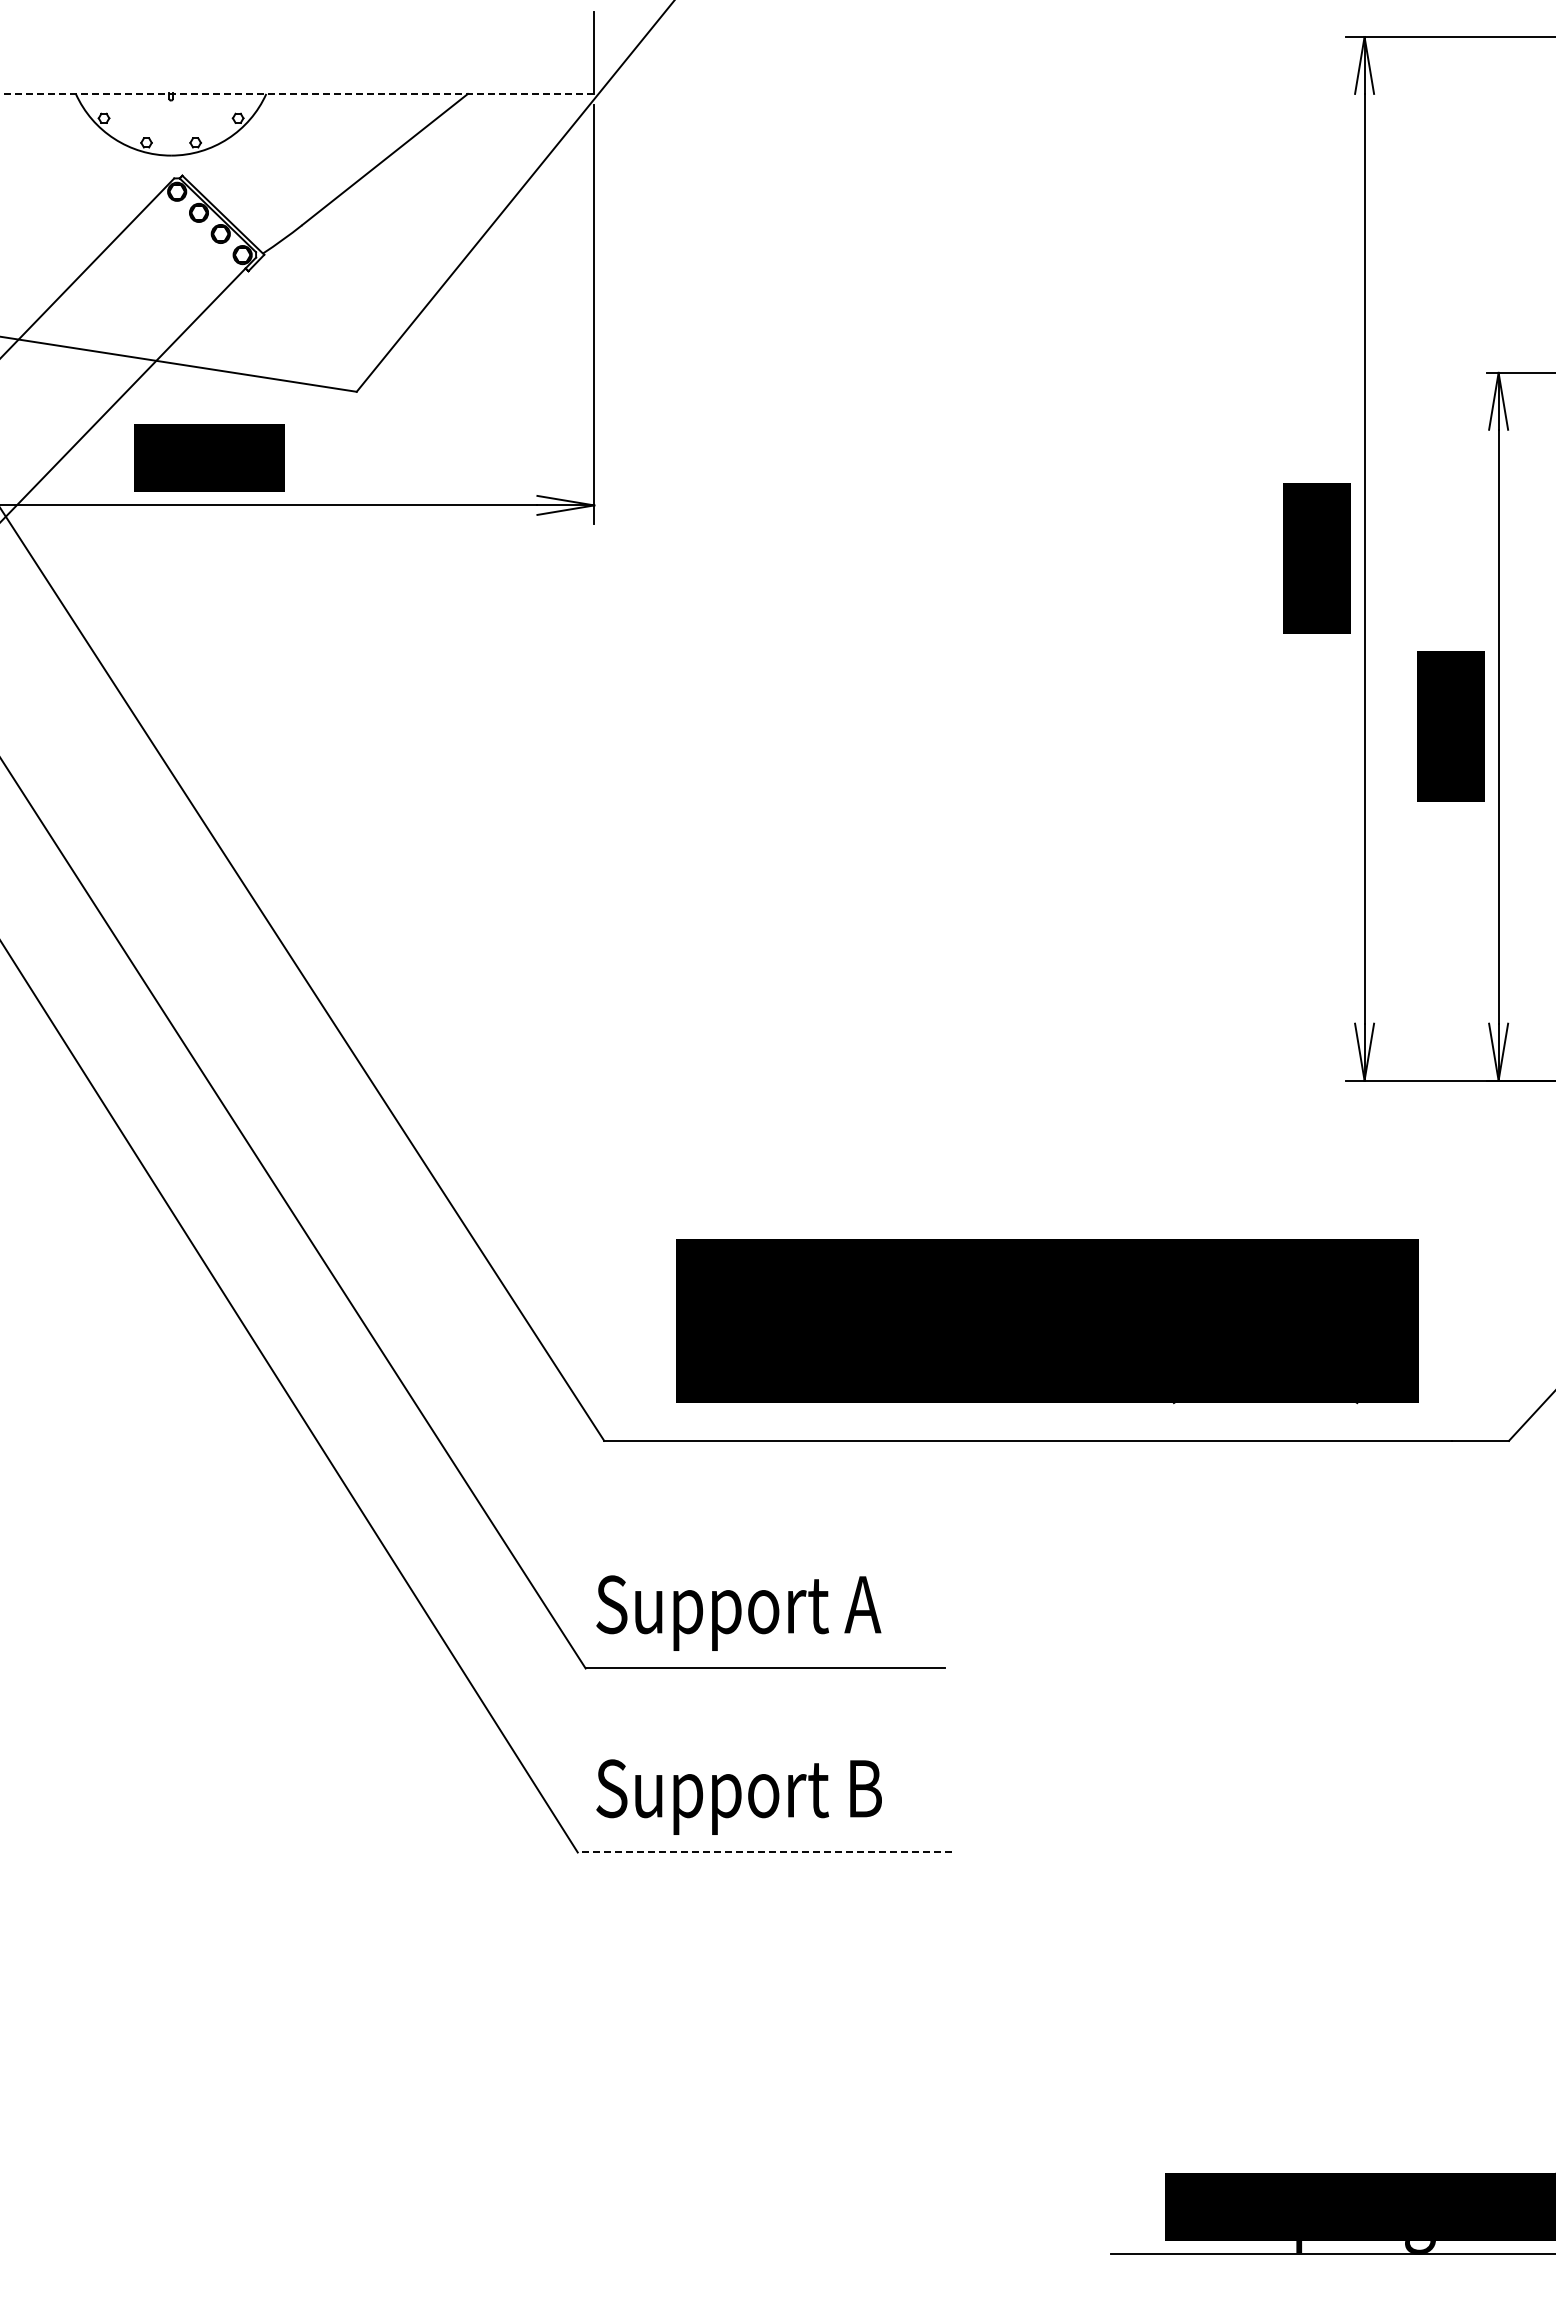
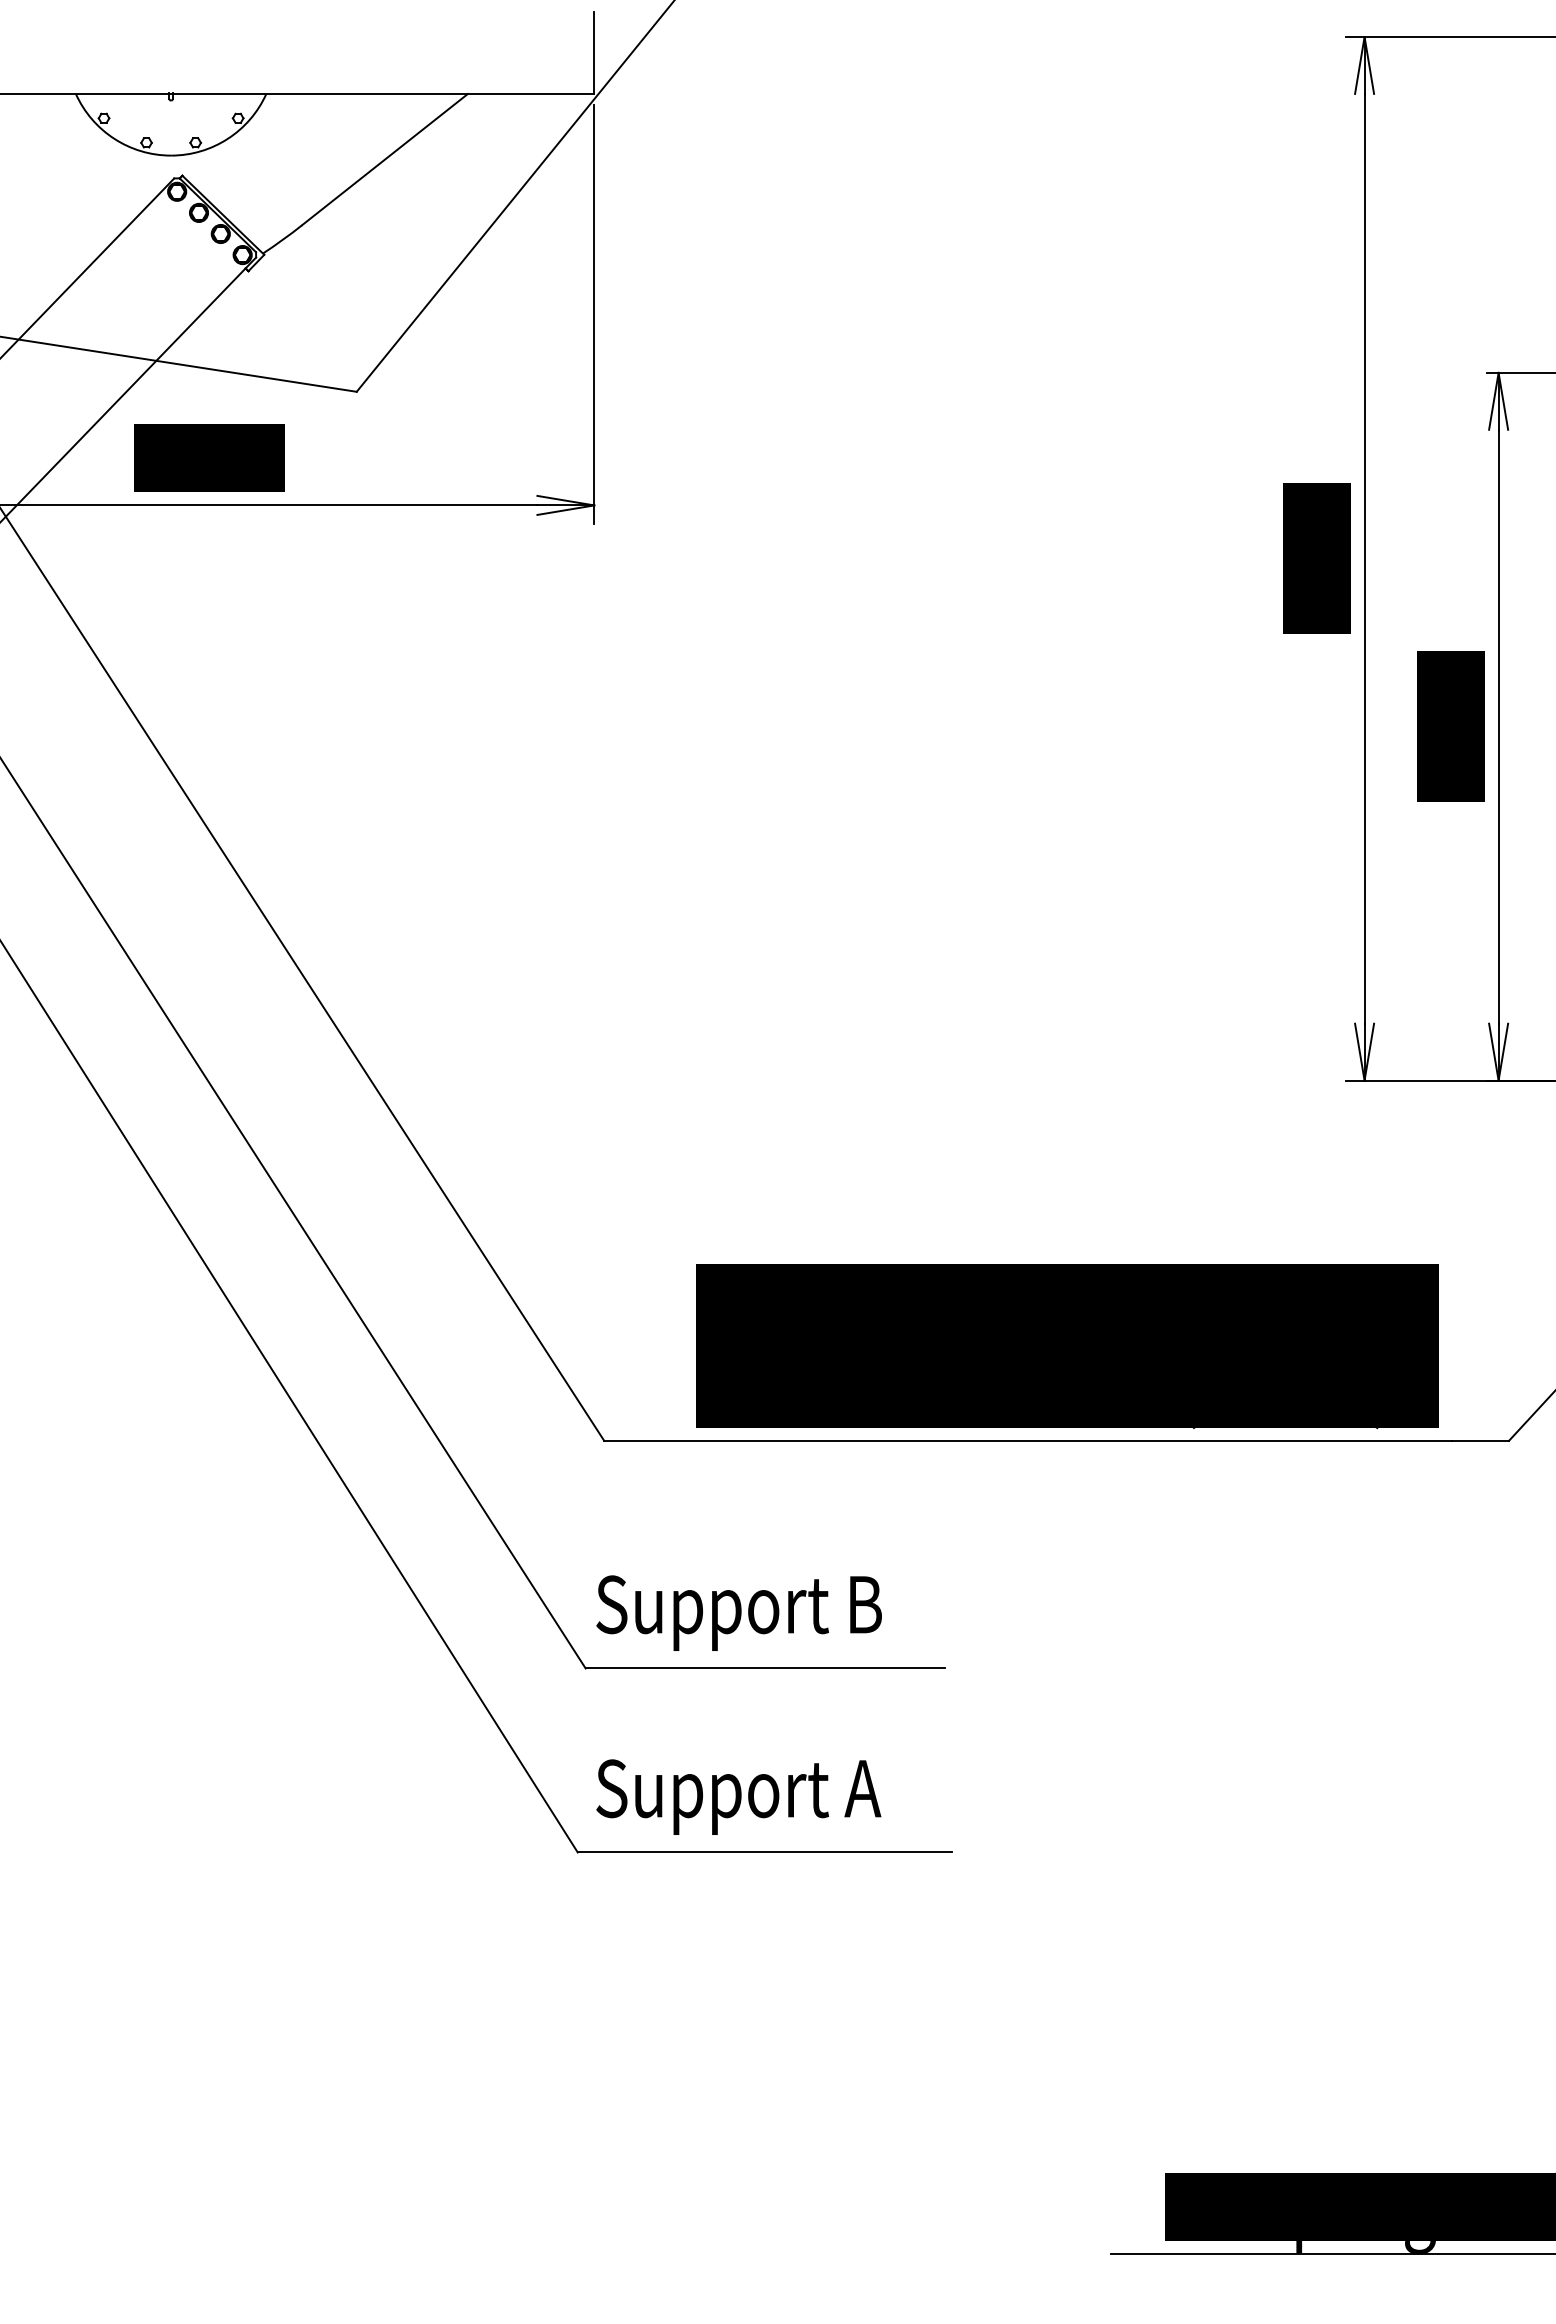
line at (297, 93): dashed -> solid
text at (1047, 1321) position: (1047, 1321) -> (1067, 1346)
text at (862, 1604): Support A -> Support B
text at (862, 1788): Support B -> Support A
line at (764, 1852): dashed -> solid
